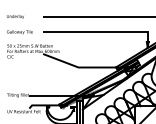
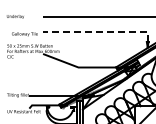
text at (19, 32) position: (19, 32) -> (24, 34)
line at (100, 32): solid -> dashed
